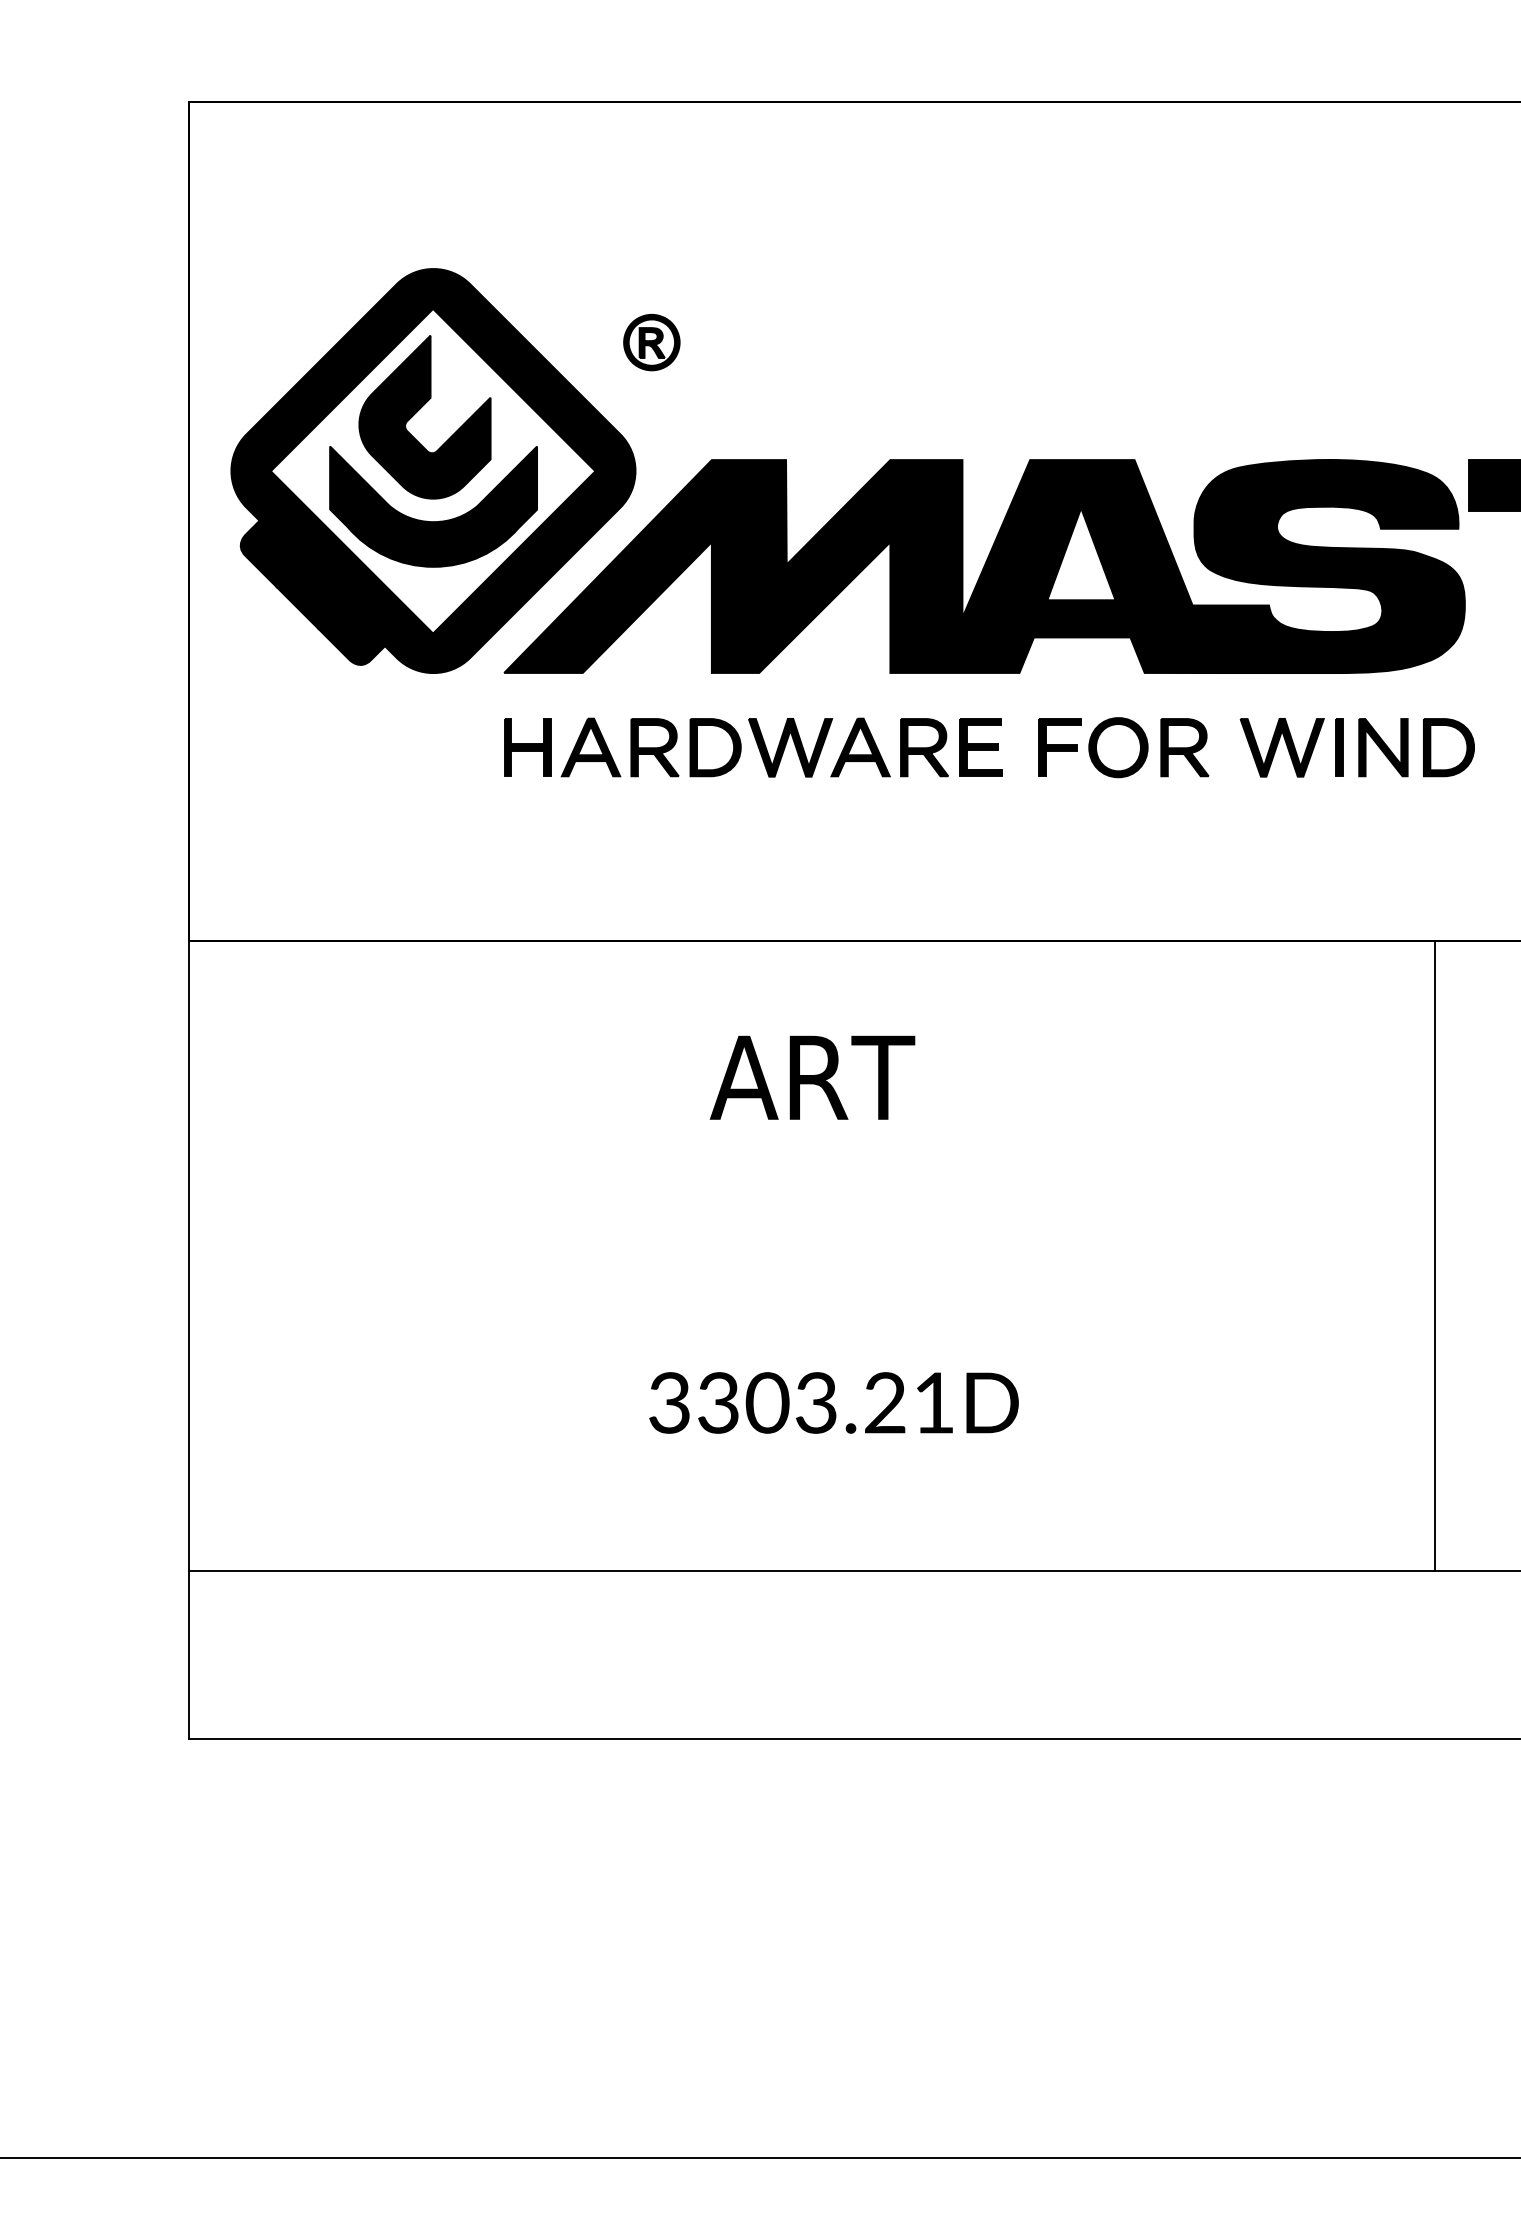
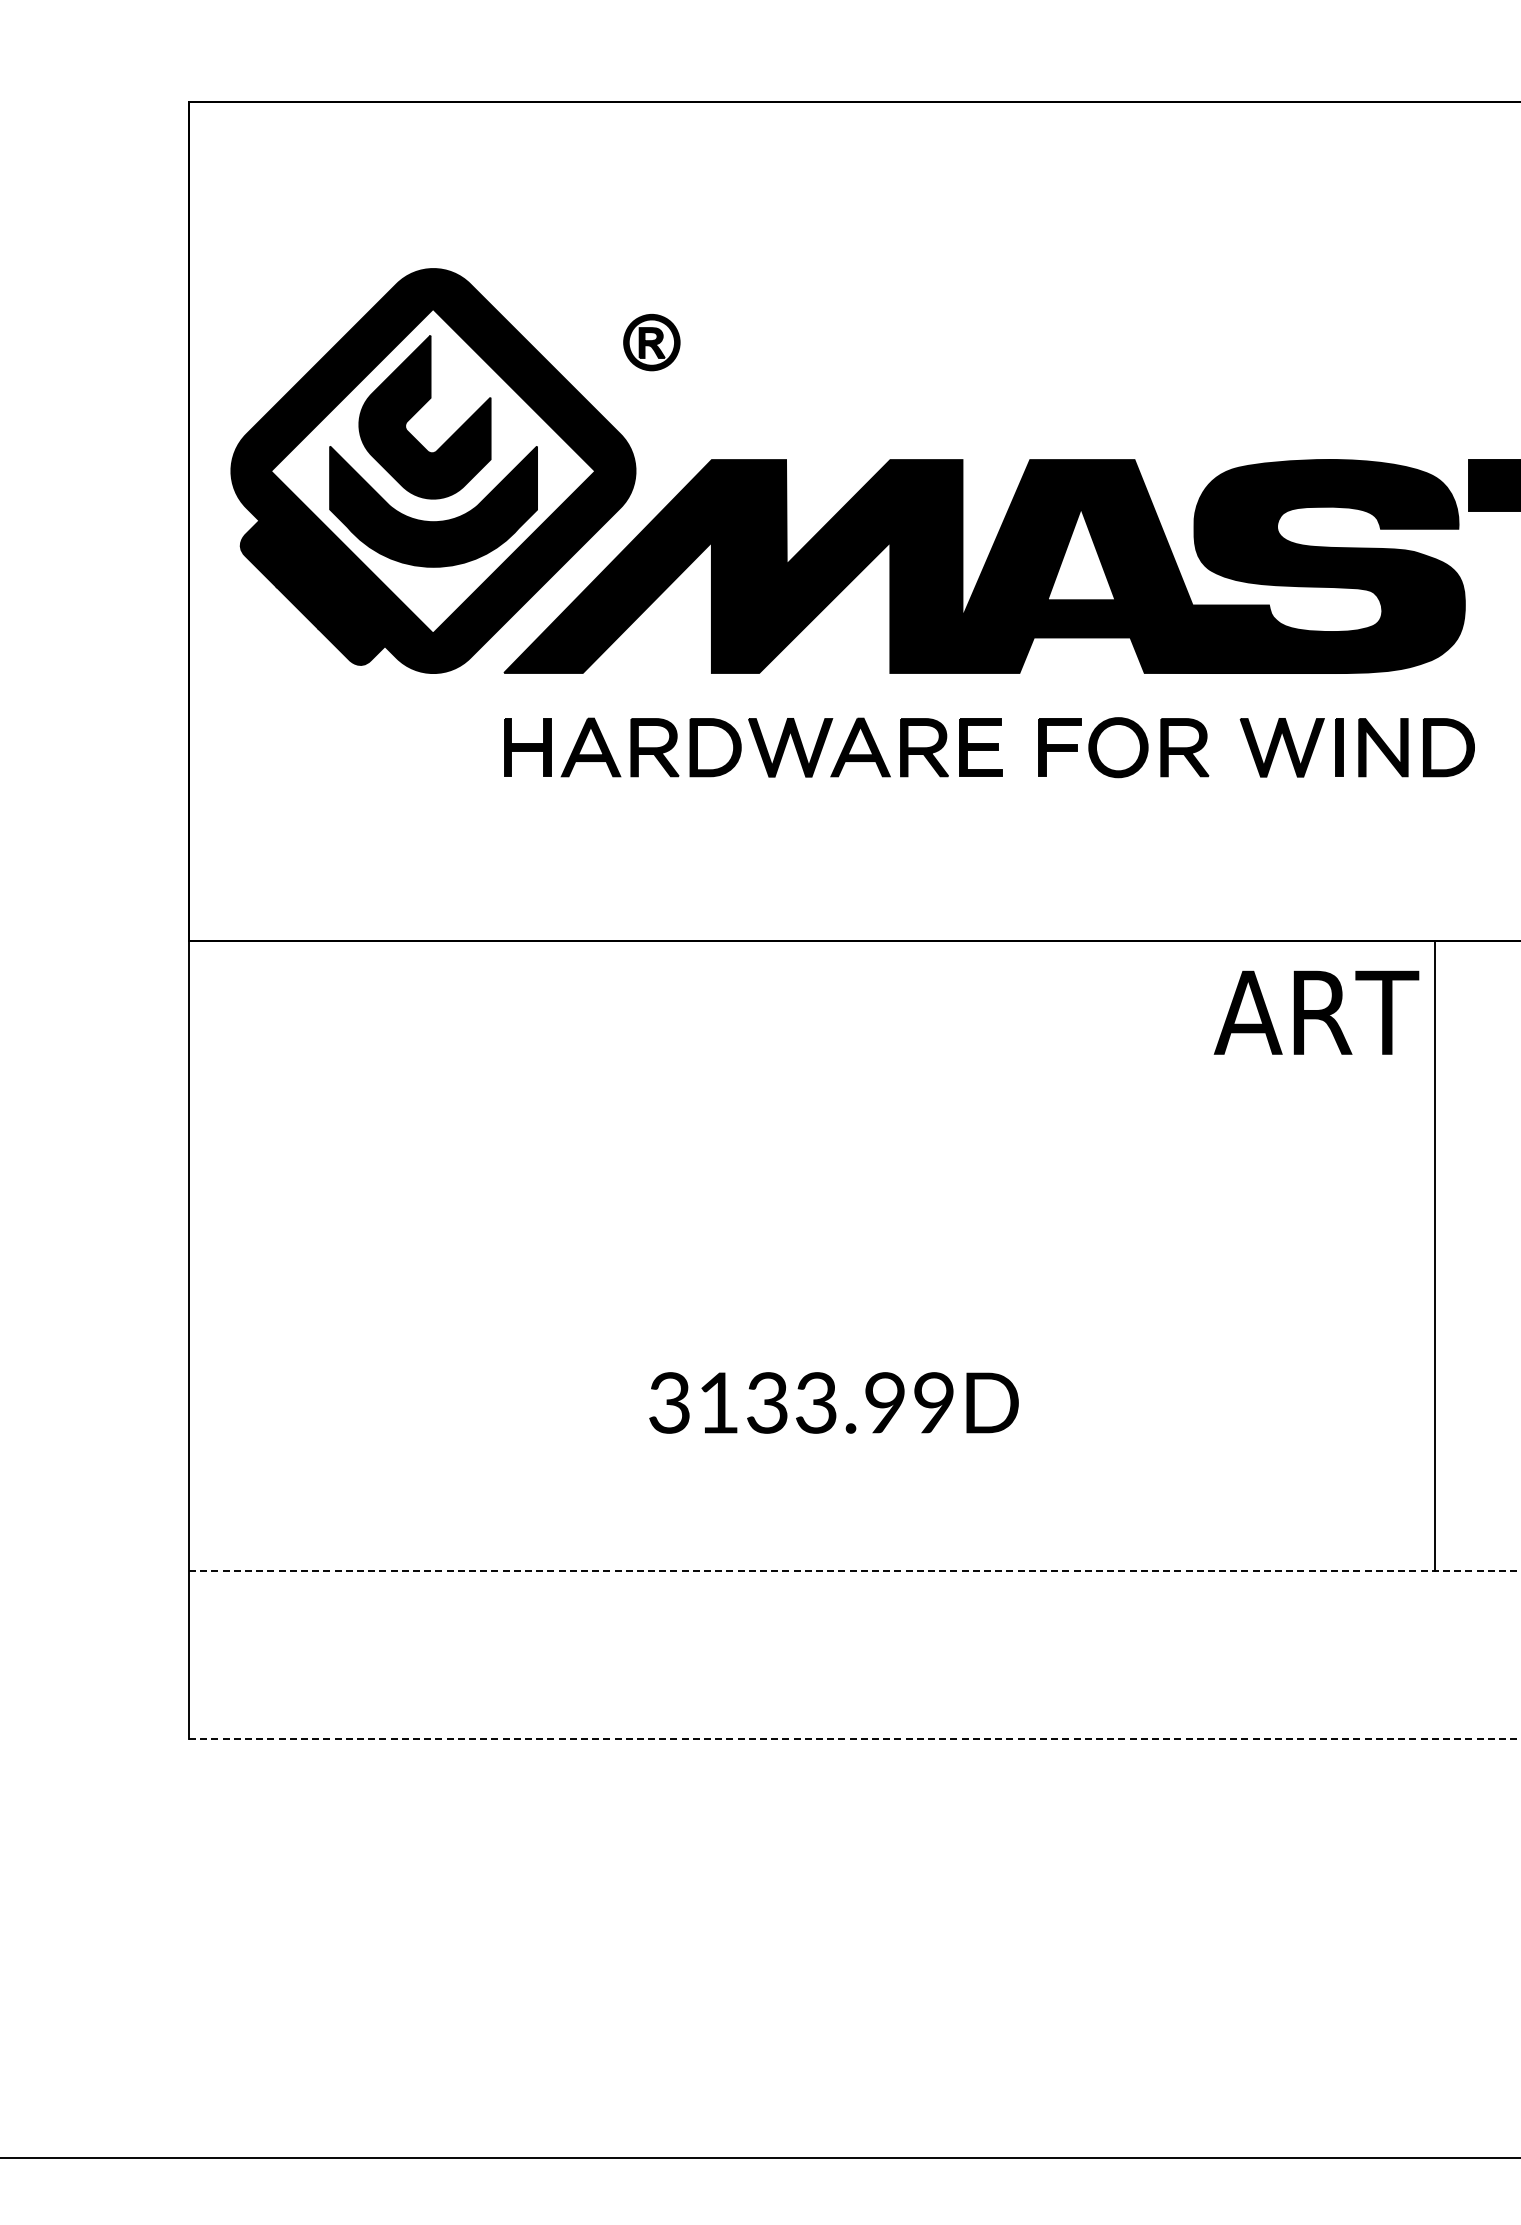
text at (812, 1077) position: (812, 1077) -> (1316, 1012)
text at (825, 1402): 3303.21D -> 3133.99D
line at (855, 1570): solid -> dashed
line at (855, 1738): solid -> dashed
